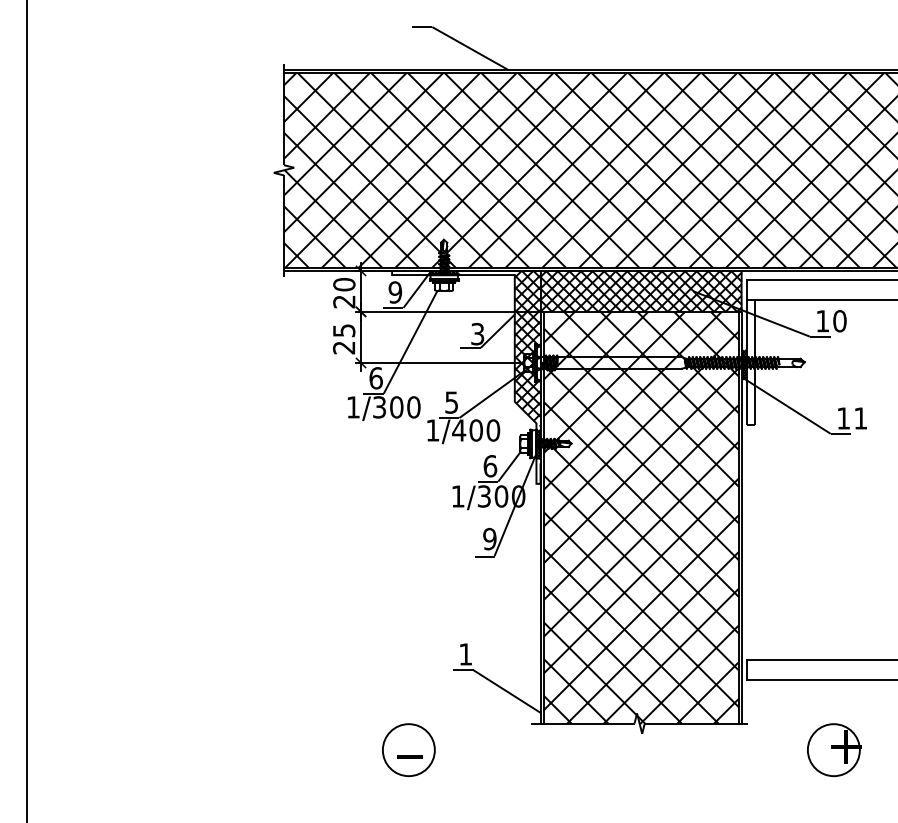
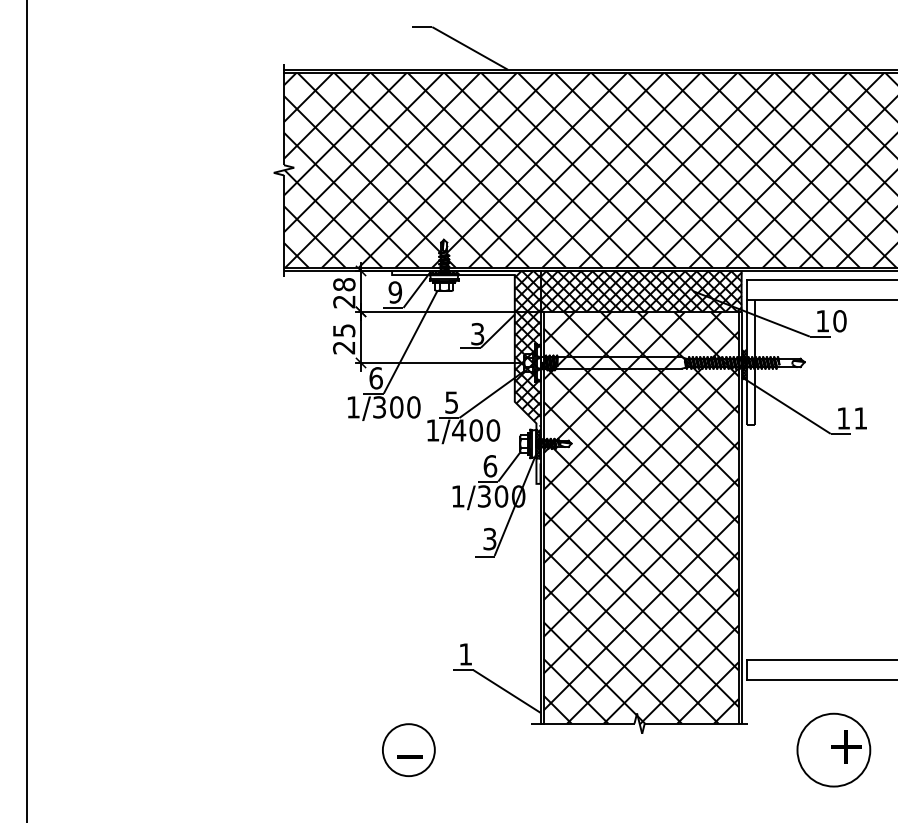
text at (344, 284): 20 -> 28
text at (489, 539): 9 -> 3
circle at (833, 750) diameter: 52 px -> 73 px
